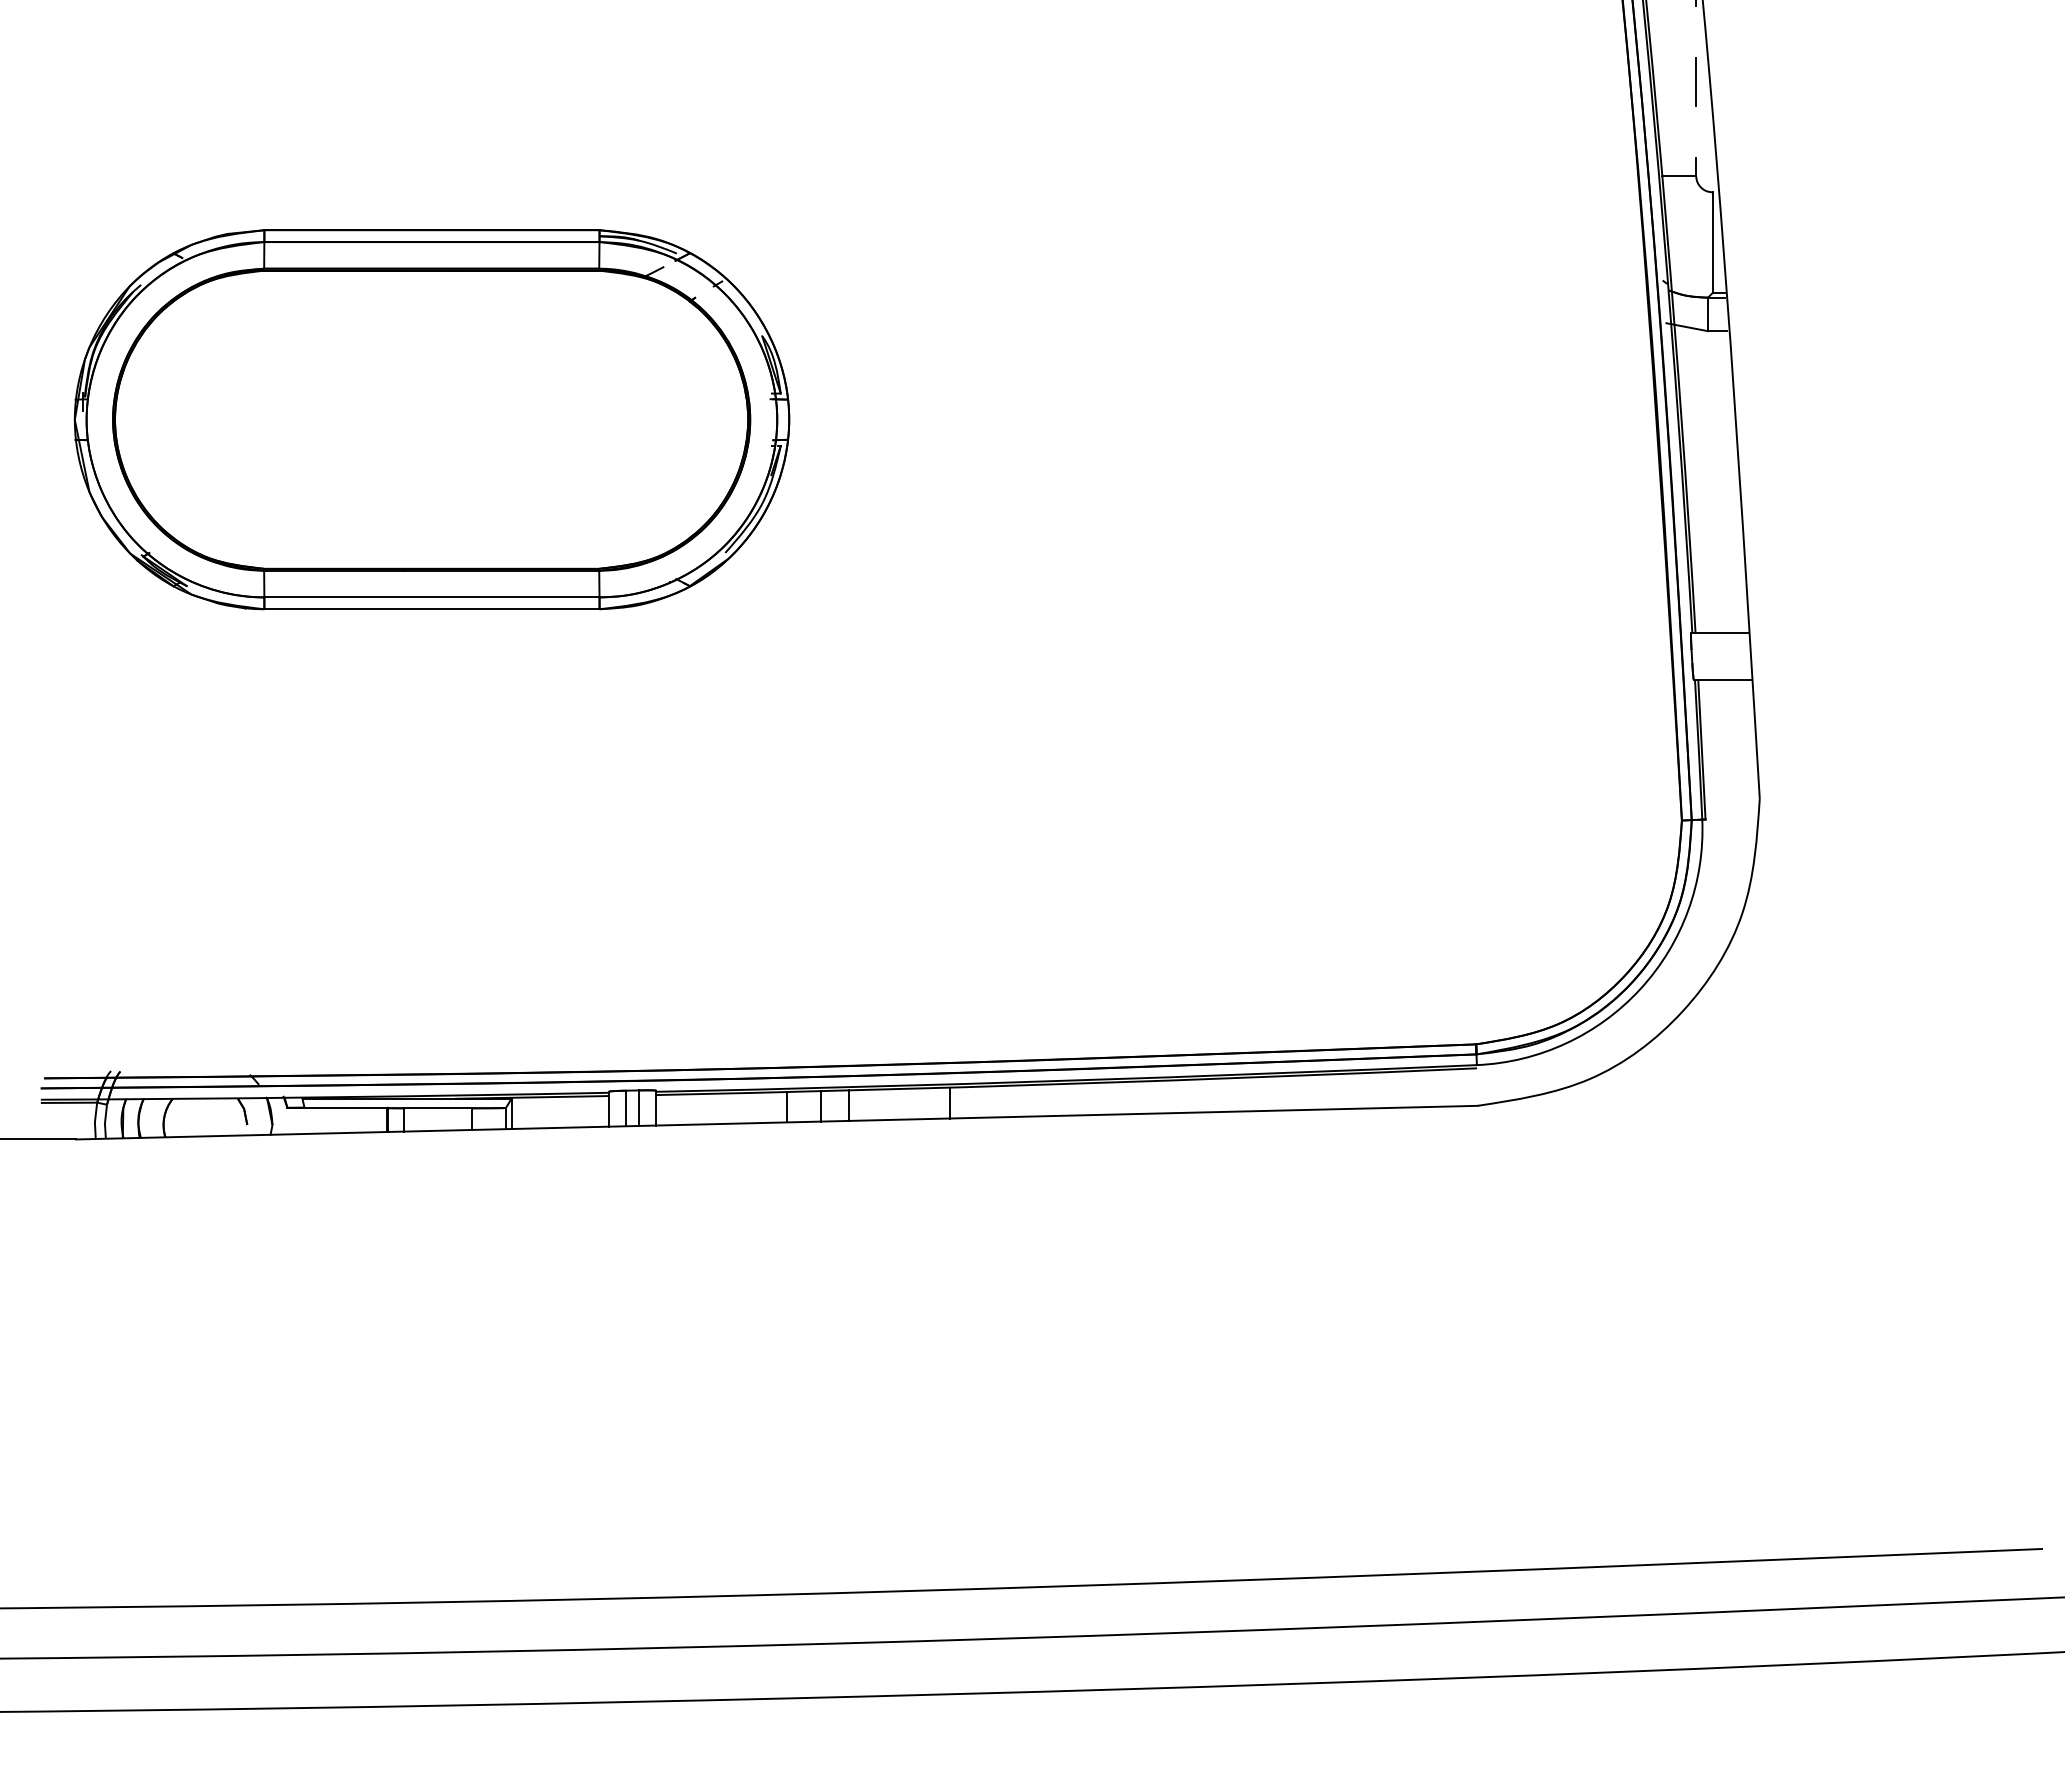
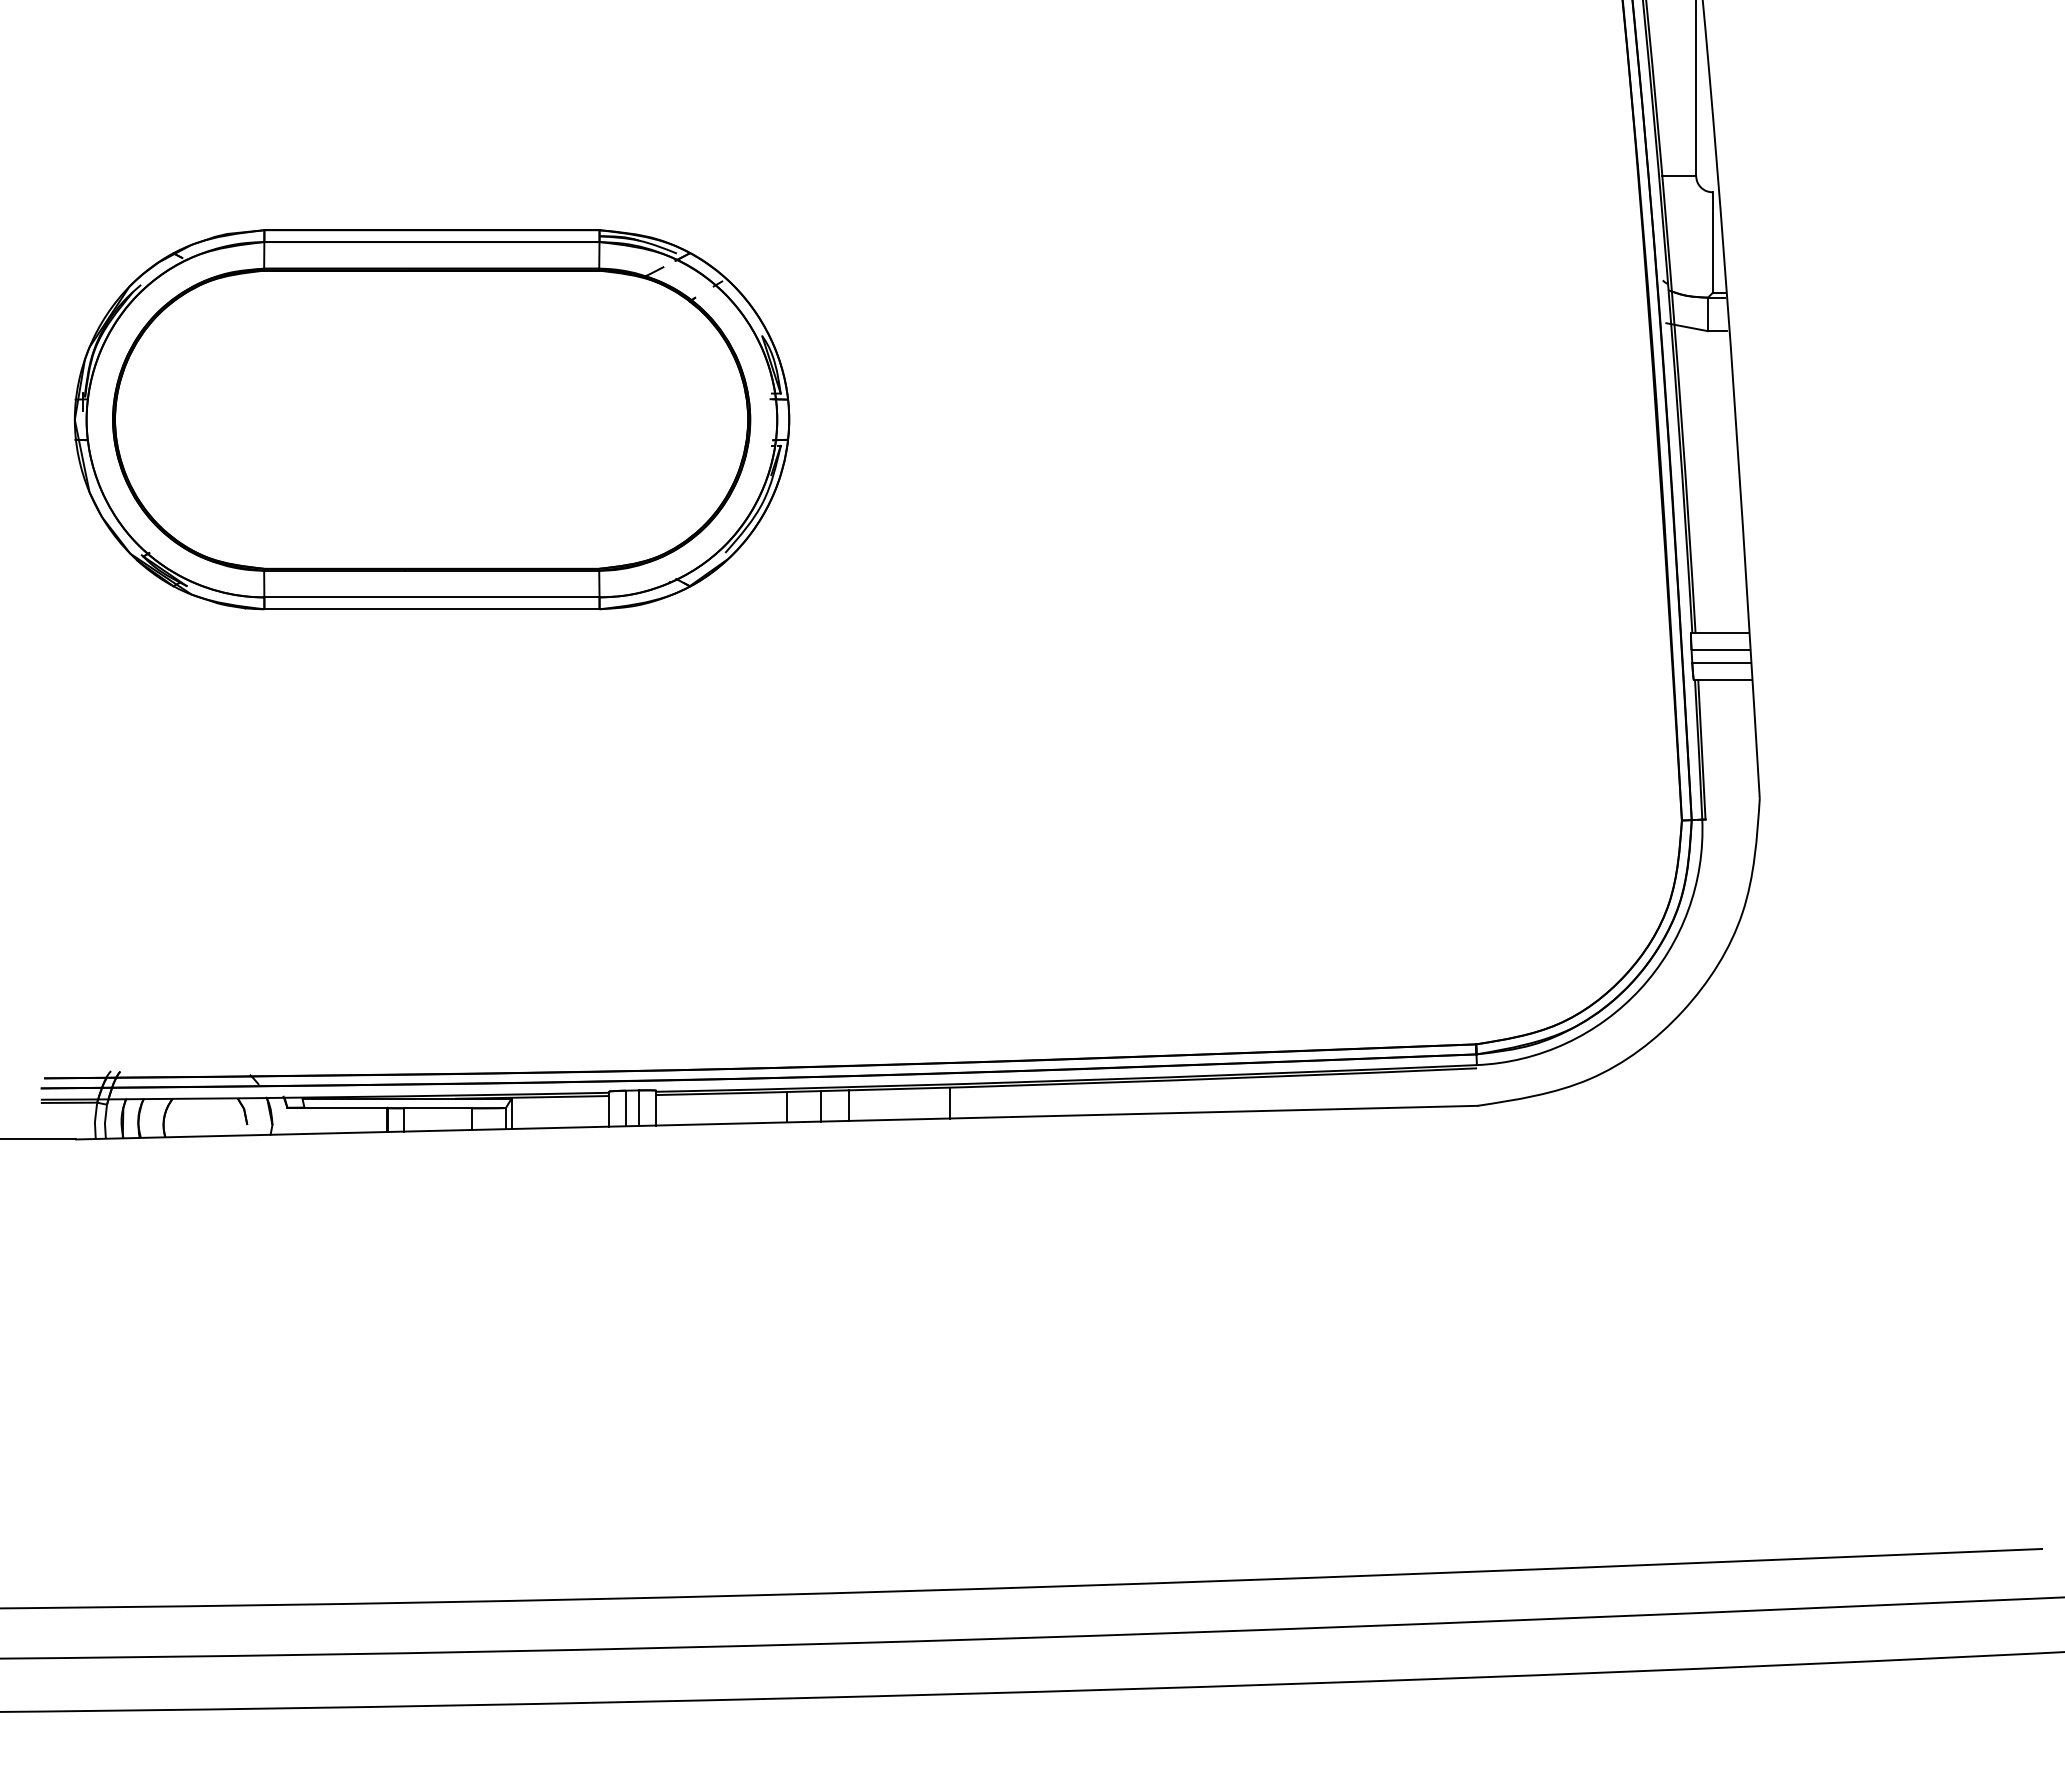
line at (1696, 87): dashed -> solid
line at (1720, 649): none -> present
line at (1721, 663): none -> present
